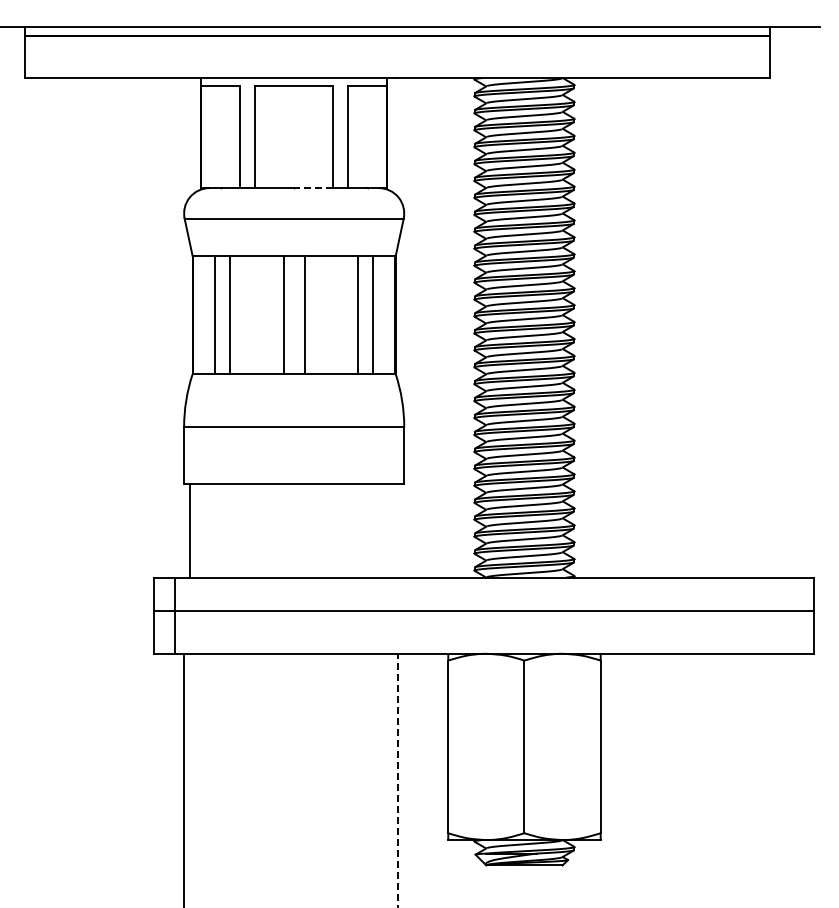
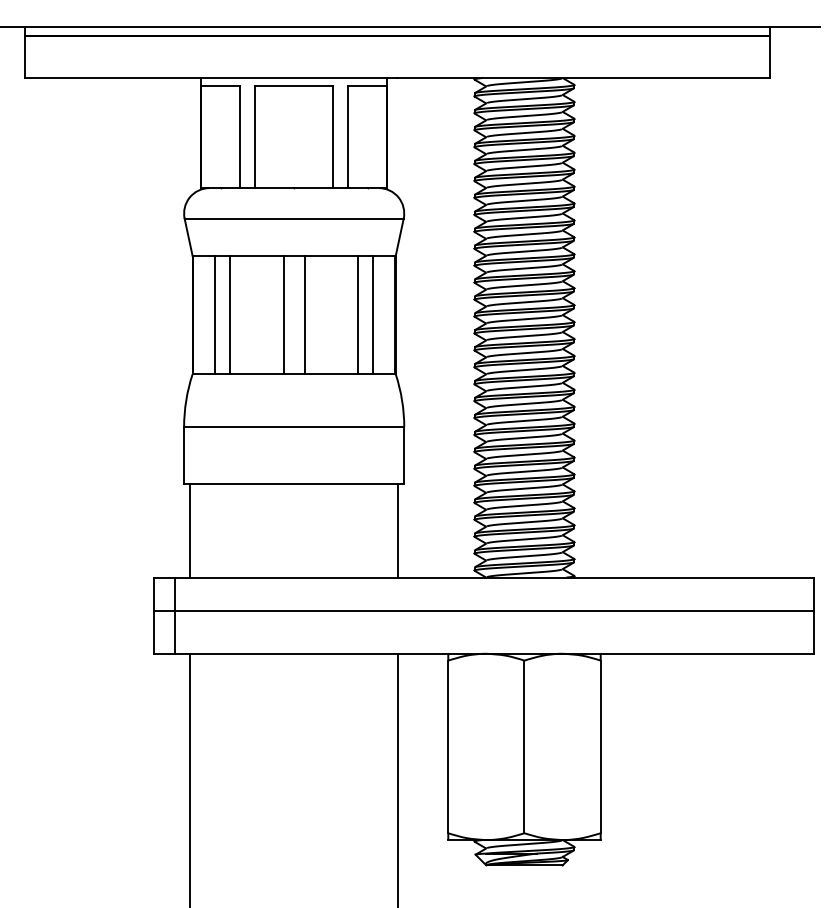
line at (313, 188): dashed -> solid
line at (398, 530): none -> present
line at (184, 778) position: (184, 778) -> (190, 778)
line at (398, 780): dashed -> solid
